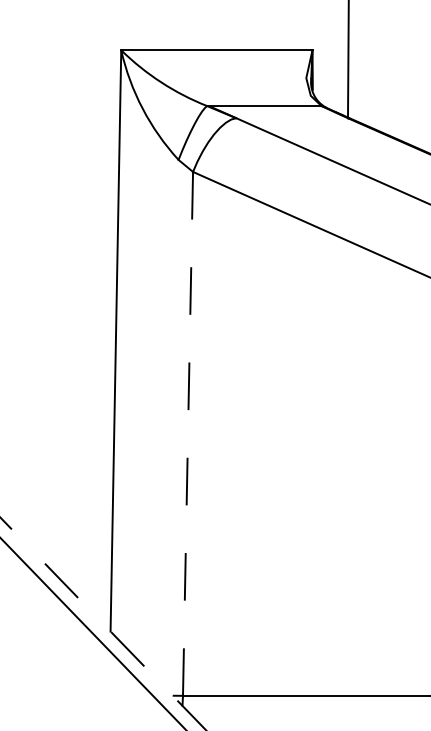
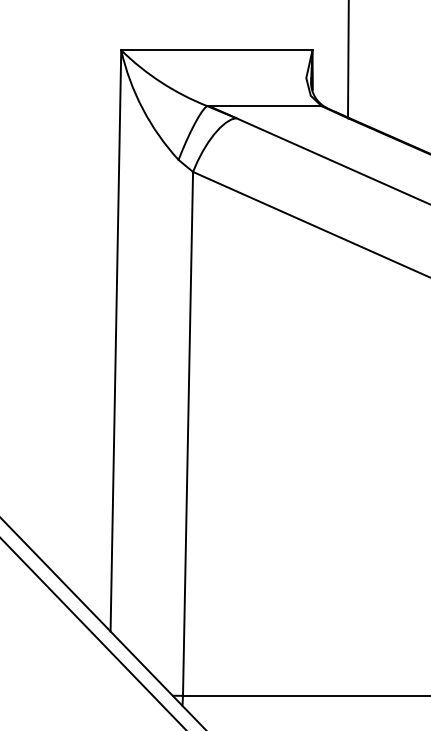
line at (188, 434): dashed -> solid
line at (102, 623): dashed -> solid
